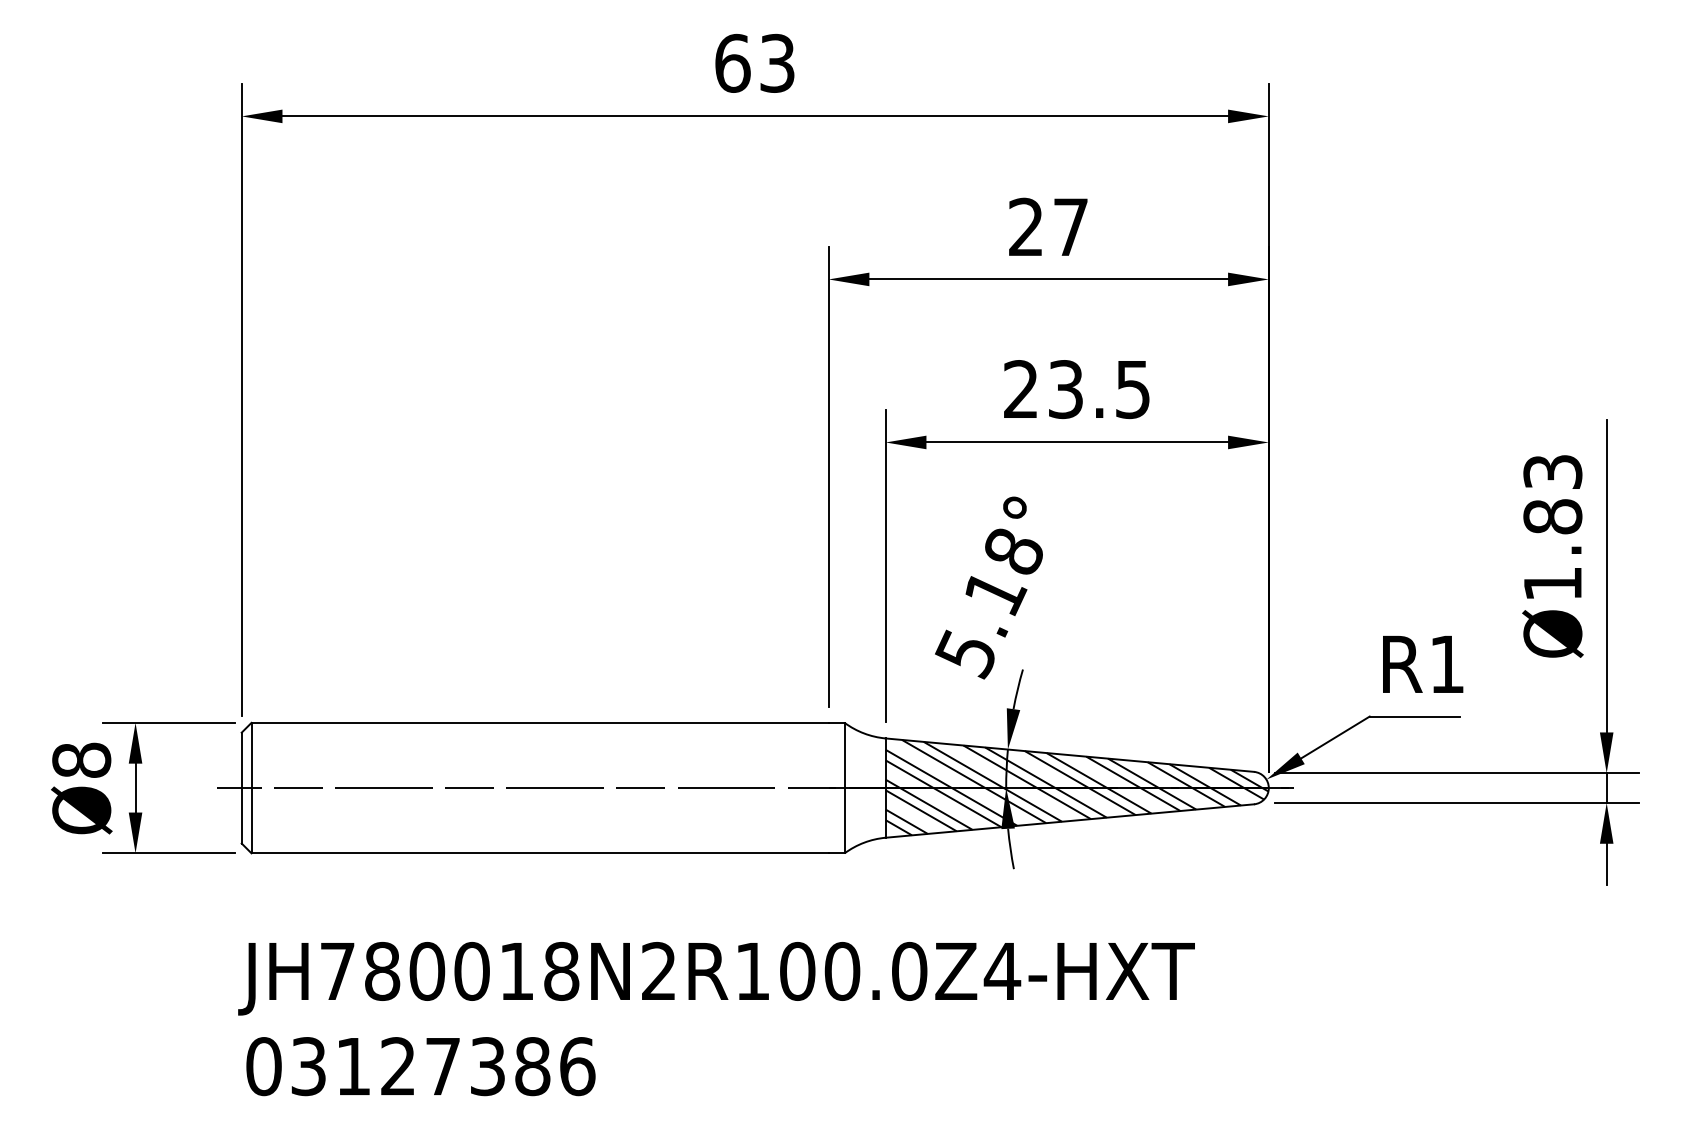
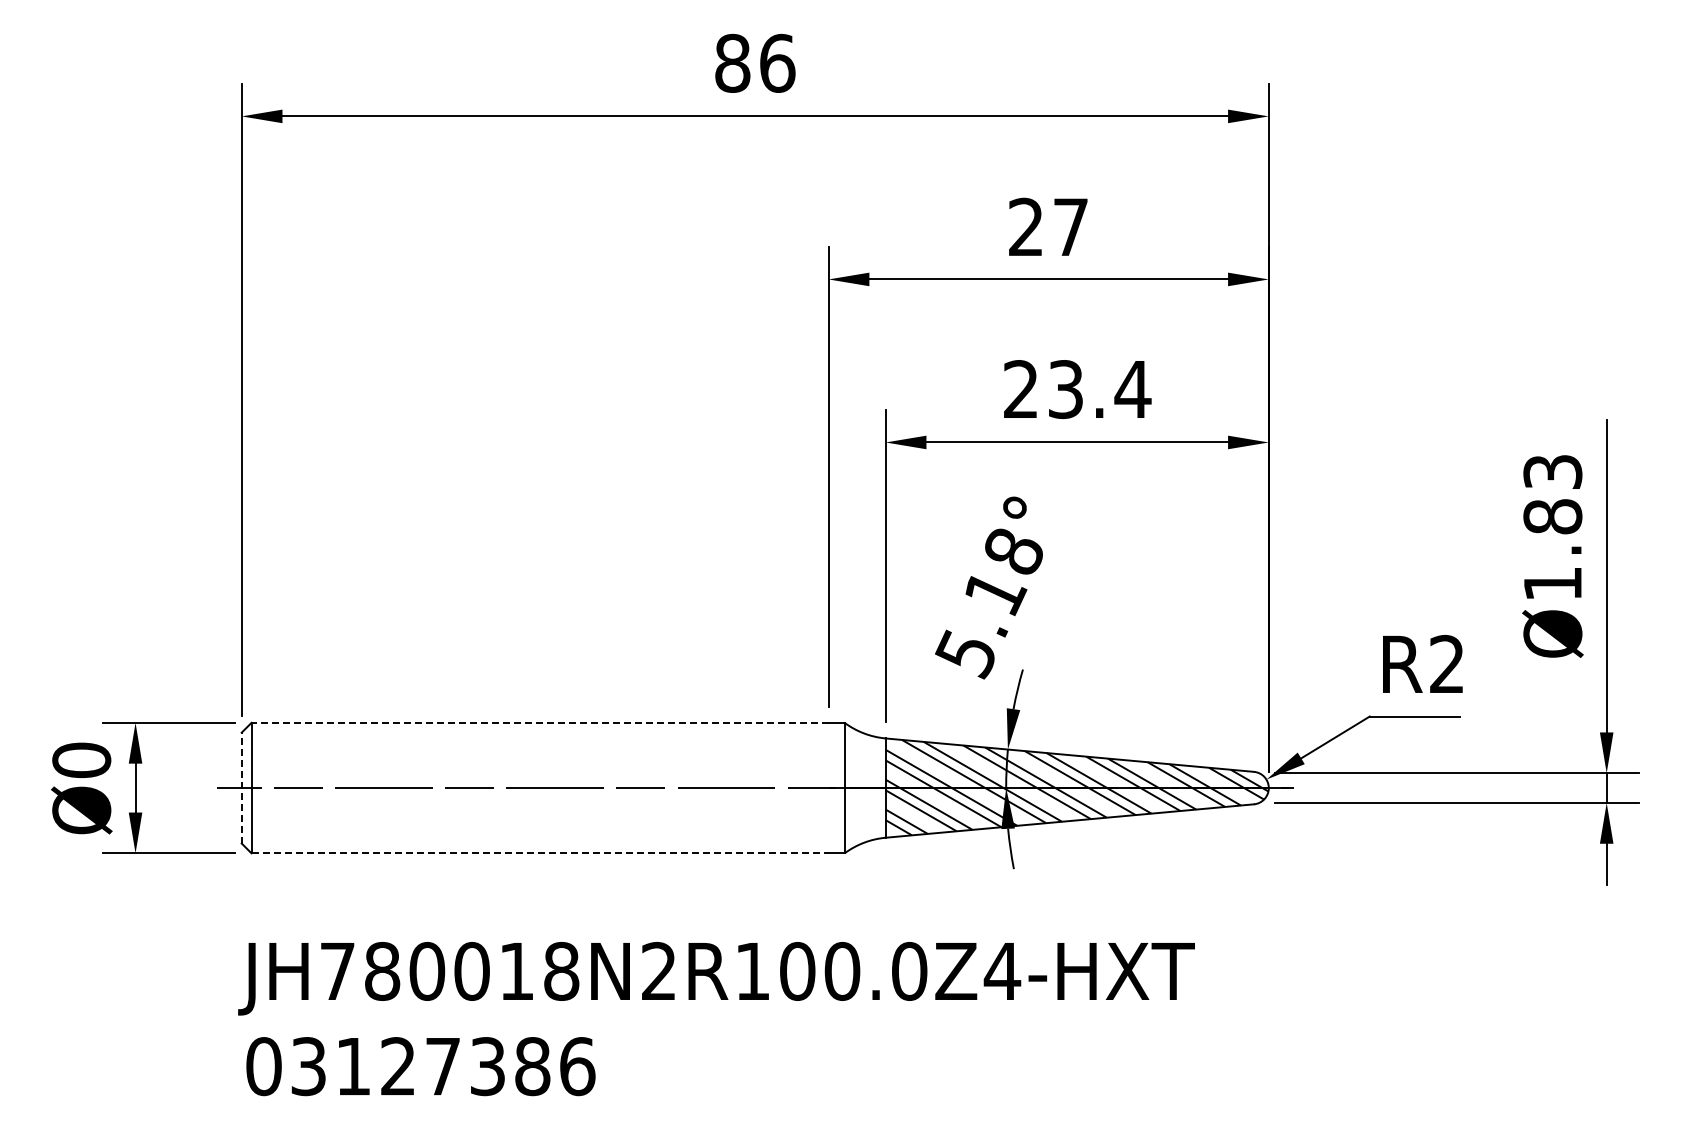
text at (755, 62): 63 -> 86
text at (1132, 390): 23.5 -> 23.4
text at (1446, 663): R1 -> R2
line at (540, 722): solid -> dashed
text at (81, 760): Ø8 -> Ø0
line at (241, 787): solid -> dashed
line at (540, 853): solid -> dashed
